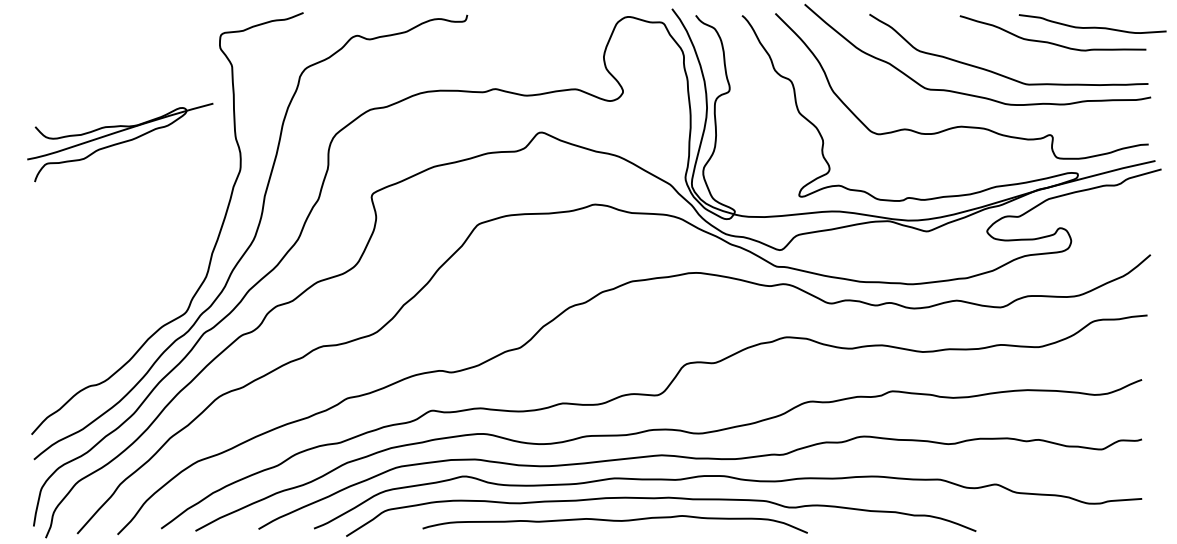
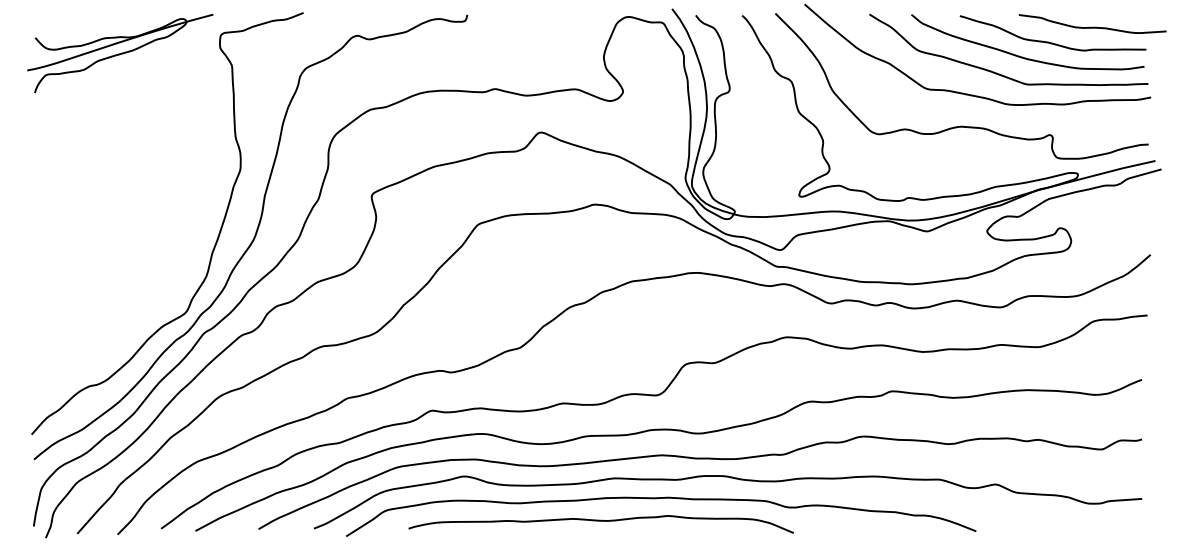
curve at (1022, 56): none -> present
part at (120, 142) position: (120, 142) -> (120, 53)
curve at (614, 521) position: (614, 521) -> (600, 521)
